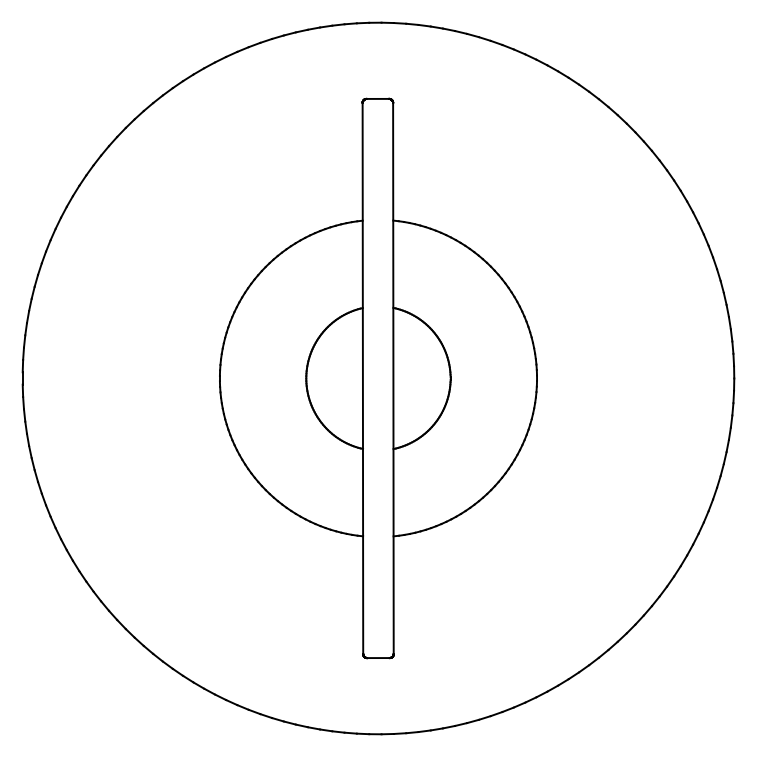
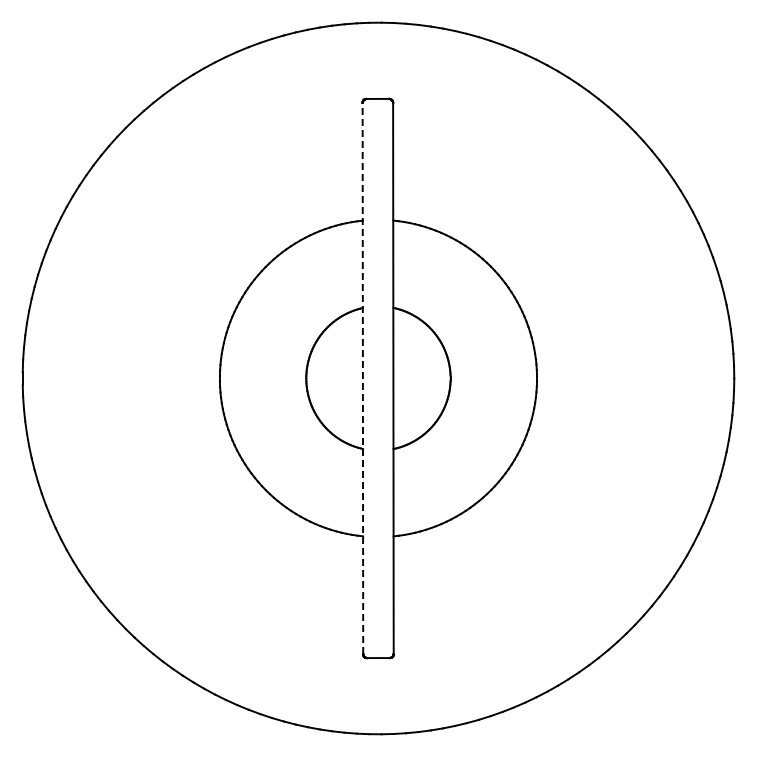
line at (362, 378): solid -> dashed
